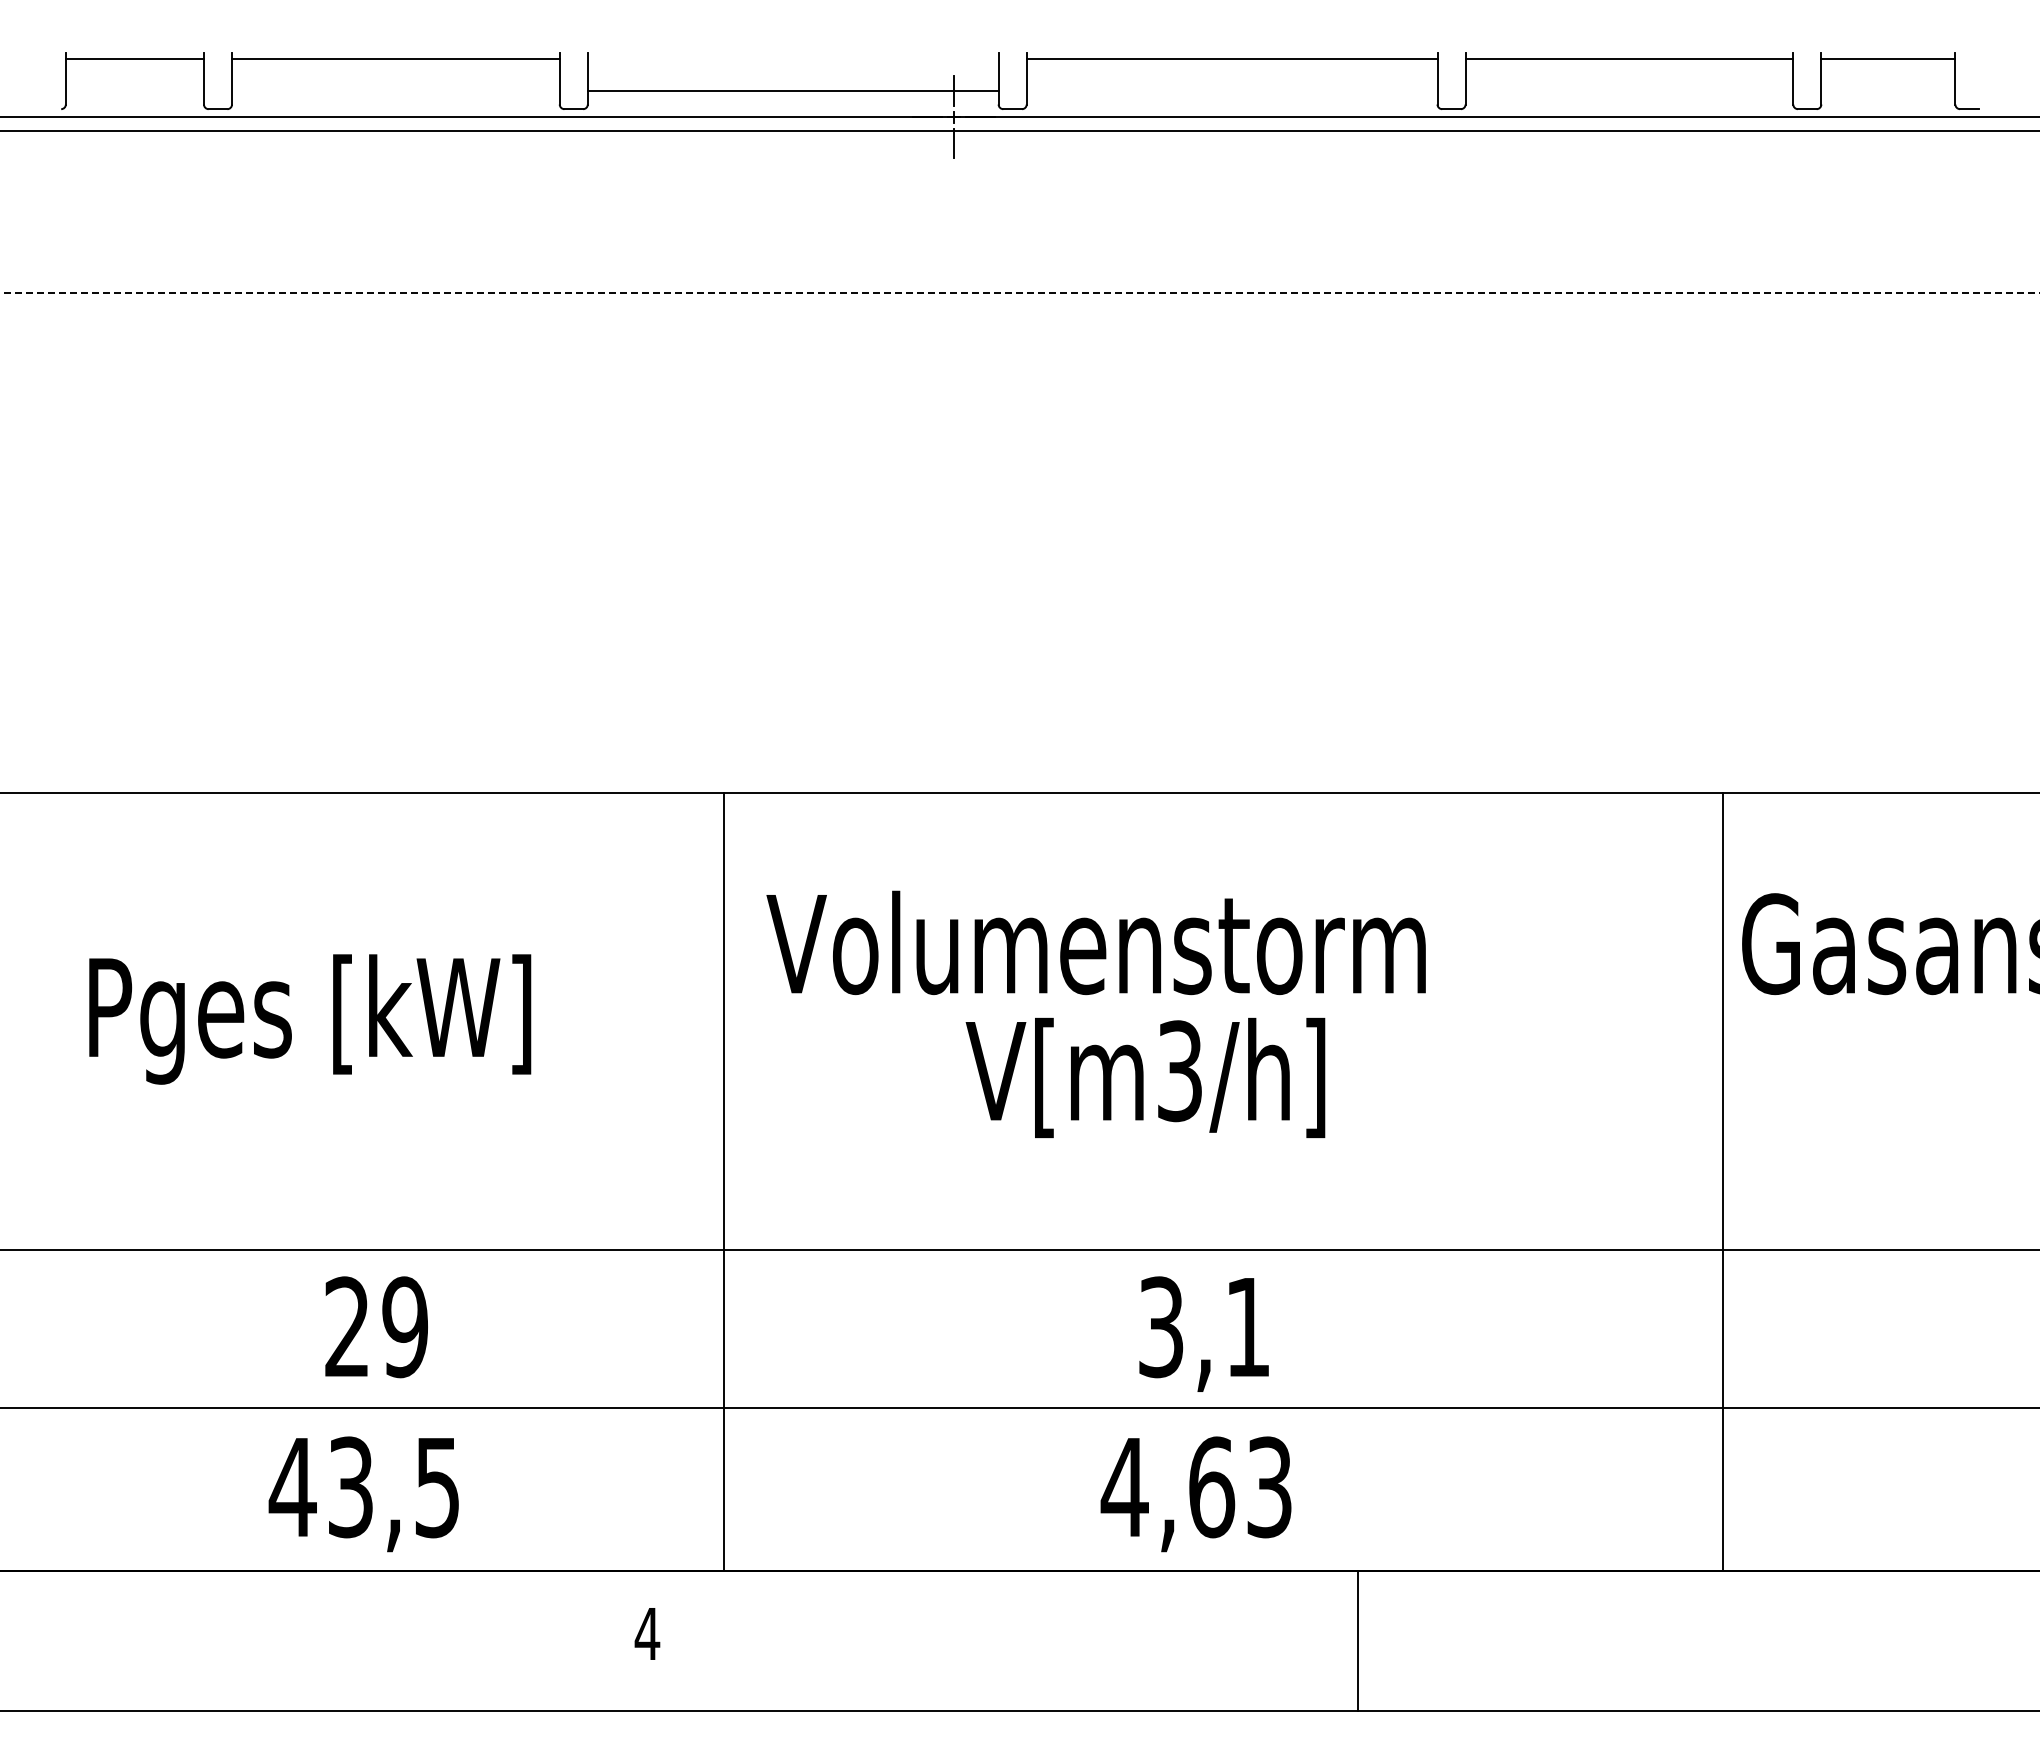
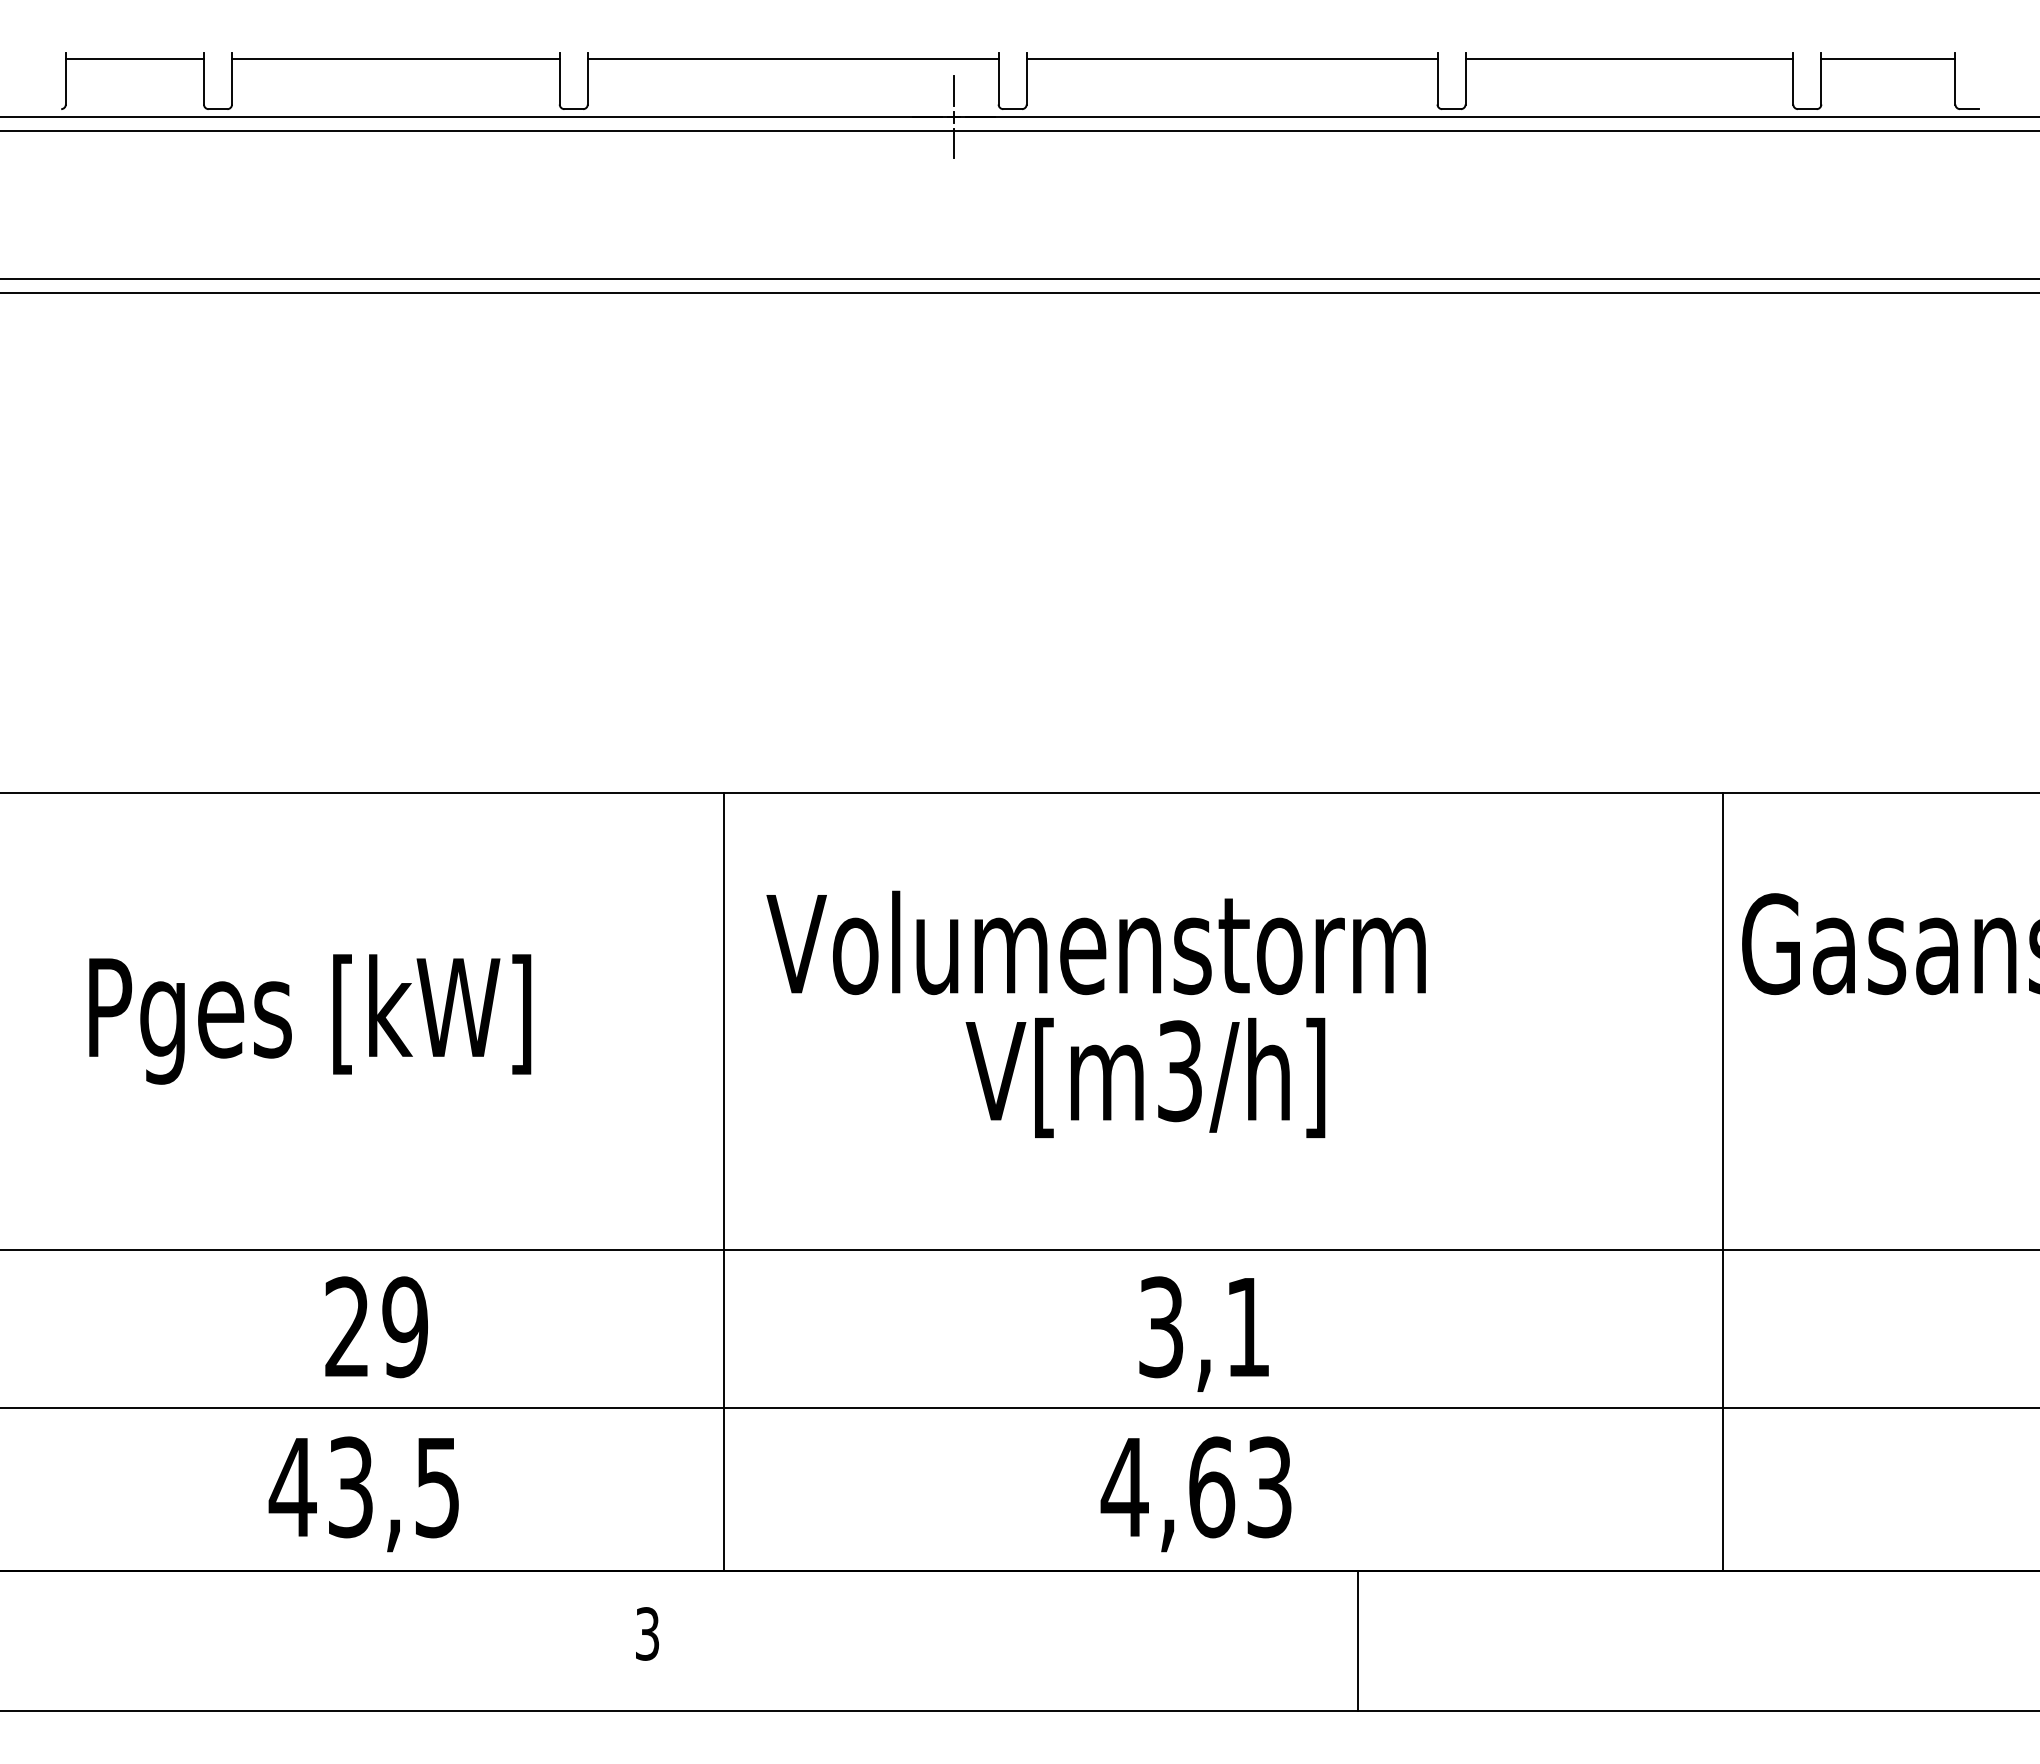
line at (792, 91) position: (792, 91) -> (792, 59)
line at (1019, 278): none -> present
line at (1020, 292): dashed -> solid
text at (647, 1633): 4 -> 3
